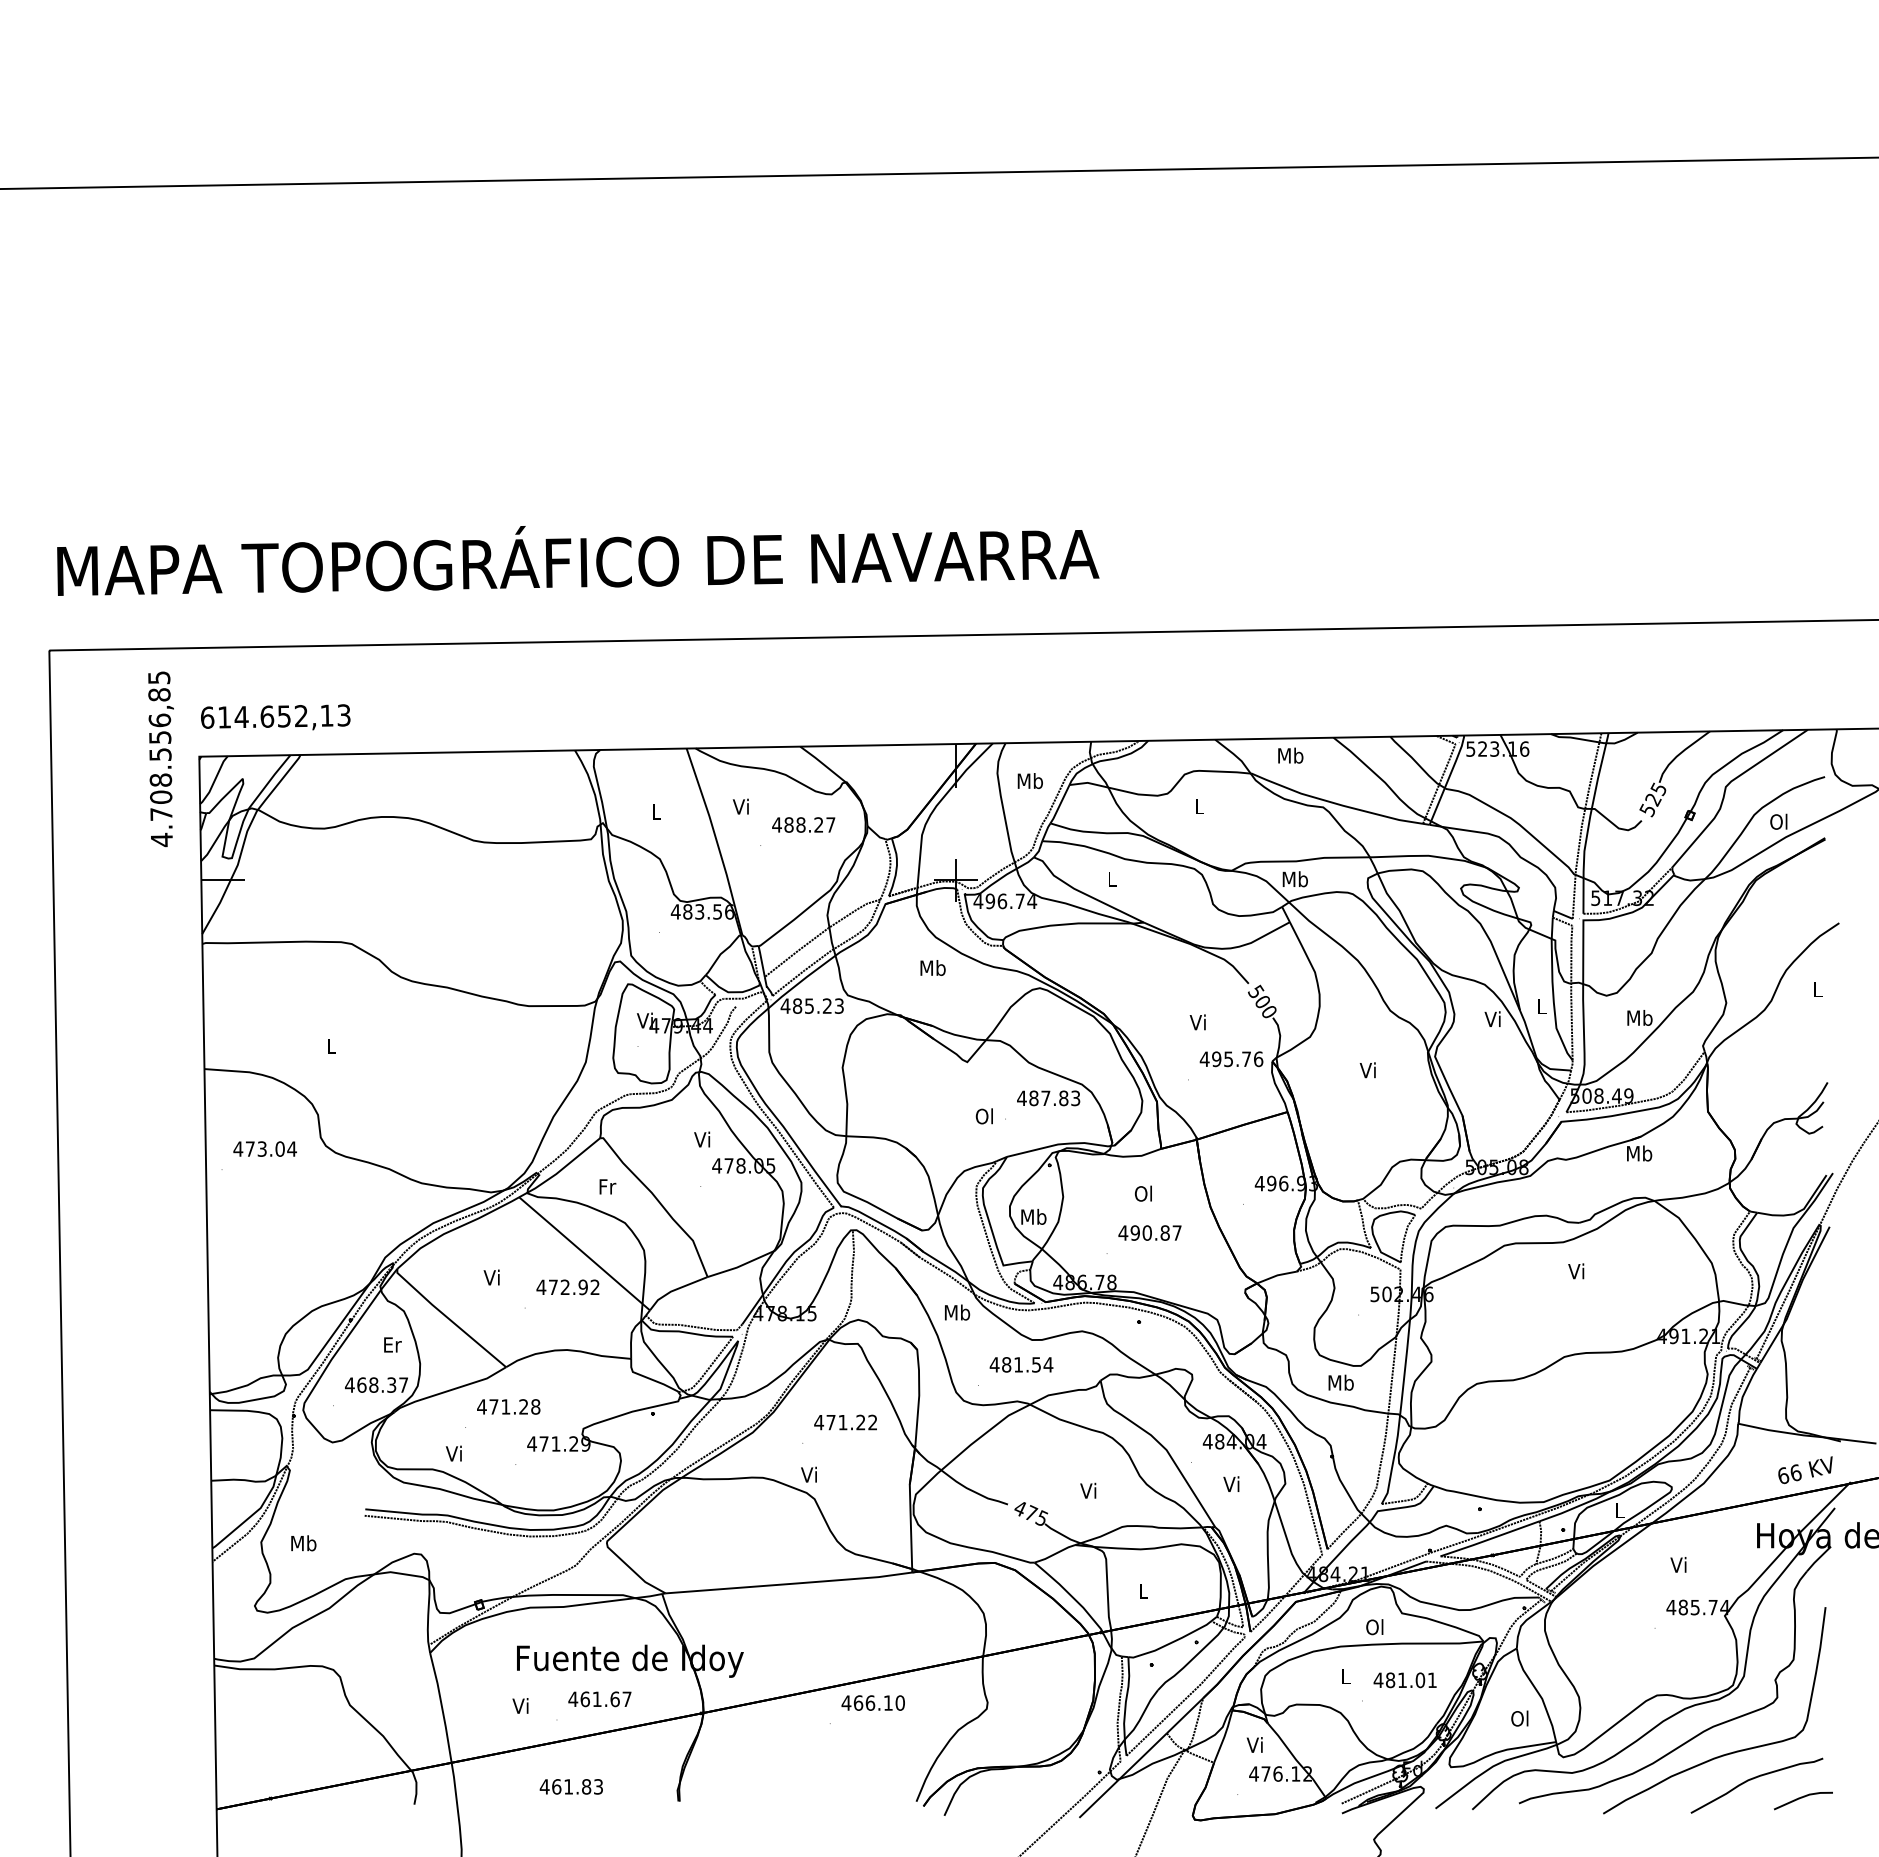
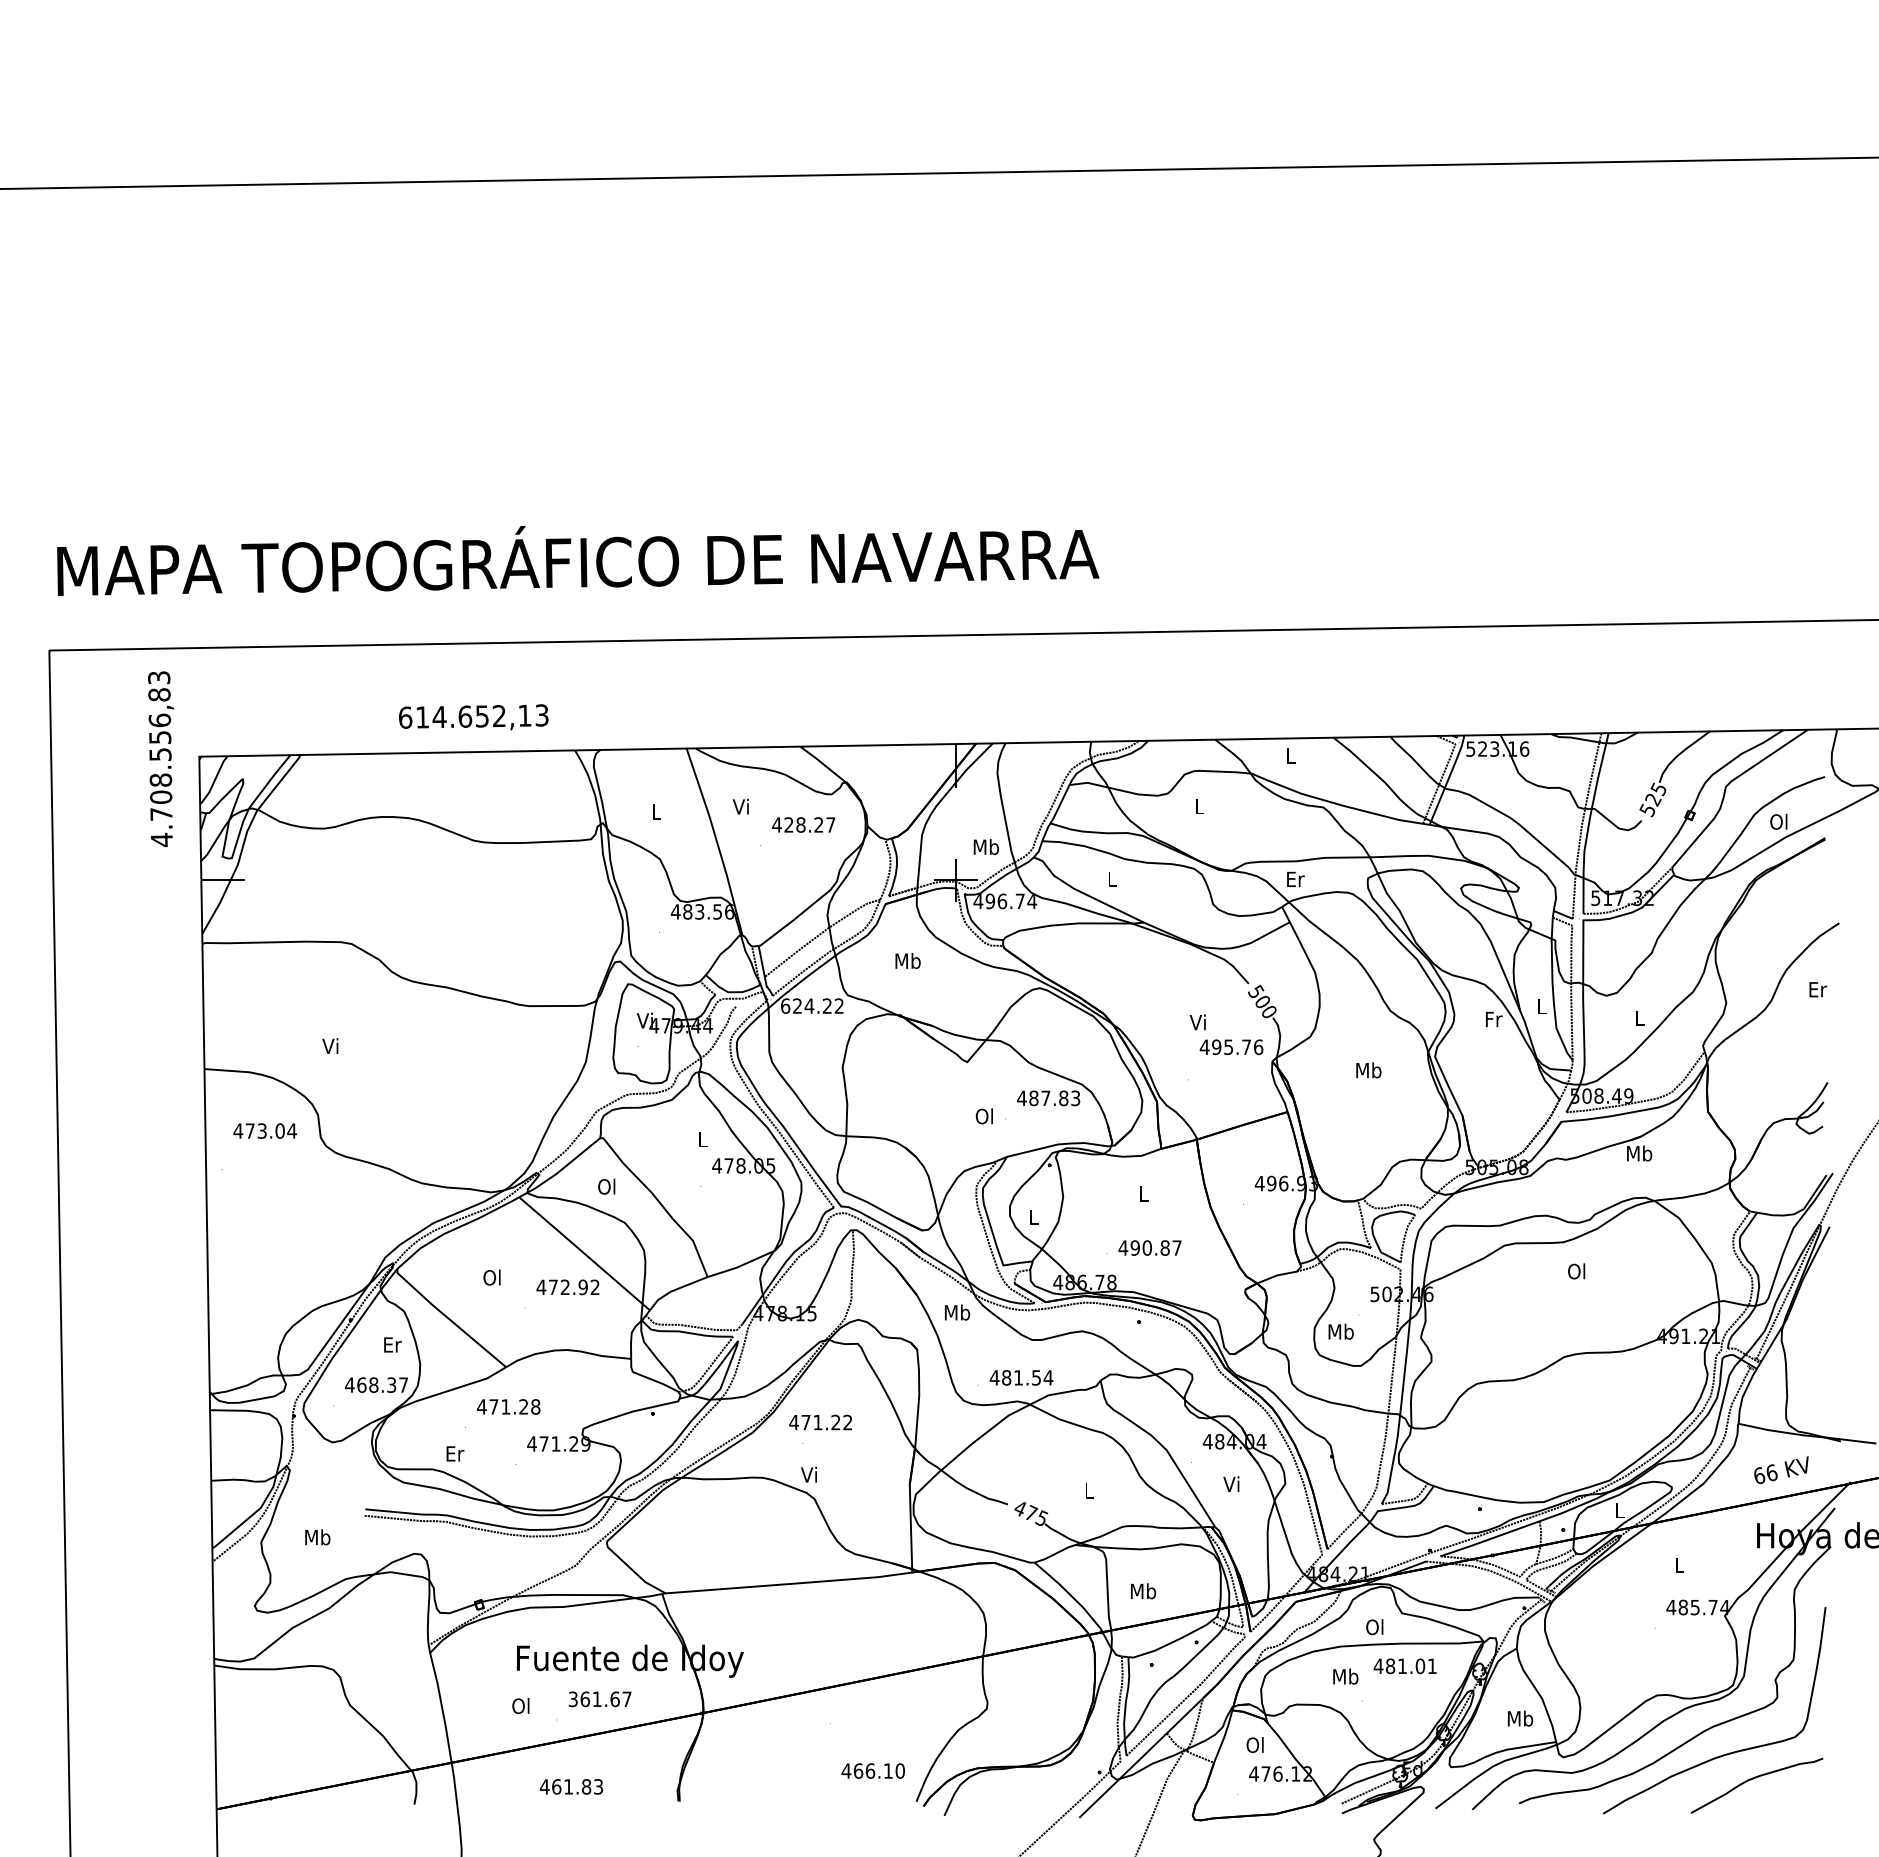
text at (158, 677): 4.708.556,85 -> 4.708.556,83
text at (275, 717) position: (275, 717) -> (473, 717)
text at (1290, 755): Mb -> L
text at (1029, 780) position: (1029, 780) -> (985, 846)
text at (788, 824): 488.27 -> 428.27
text at (1294, 879): Mb -> Er
text at (932, 967) position: (932, 967) -> (907, 960)
text at (1818, 989): L -> Er
text at (811, 1005): 485.23 -> 624.22
text at (1639, 1017): Mb -> L
text at (1493, 1018): Vi -> Fr
text at (330, 1045): L -> Vi
text at (1231, 1059) position: (1231, 1059) -> (1231, 1047)
text at (1368, 1070): Vi -> Mb
text at (702, 1139): Vi -> L
text at (264, 1148) position: (264, 1148) -> (264, 1130)
text at (607, 1186): Fr -> Ol
text at (1142, 1193): Ol -> L
text at (1033, 1216): Mb -> L
text at (1149, 1232) position: (1149, 1232) -> (1149, 1247)
text at (1576, 1271): Vi -> Ol
text at (491, 1277): Vi -> Ol
text at (1021, 1364) position: (1021, 1364) -> (1021, 1377)
text at (1340, 1382) position: (1340, 1382) -> (1340, 1331)
text at (845, 1422) position: (845, 1422) -> (820, 1422)
text at (454, 1453): Vi -> Er
text at (1805, 1470) position: (1805, 1470) -> (1781, 1470)
text at (1088, 1490): Vi -> L
text at (303, 1543) position: (303, 1543) -> (317, 1537)
text at (1678, 1564): Vi -> L
text at (1143, 1591): L -> Mb
text at (1345, 1676): L -> Mb
text at (1404, 1680) position: (1404, 1680) -> (1404, 1666)
text at (573, 1699): 461.67 -> 361.67
text at (872, 1702) position: (872, 1702) -> (872, 1770)
text at (520, 1706): Vi -> Ol
text at (1520, 1718): Ol -> Mb
text at (1254, 1745): Vi -> Ol
line at (1802, 1798): present -> none
